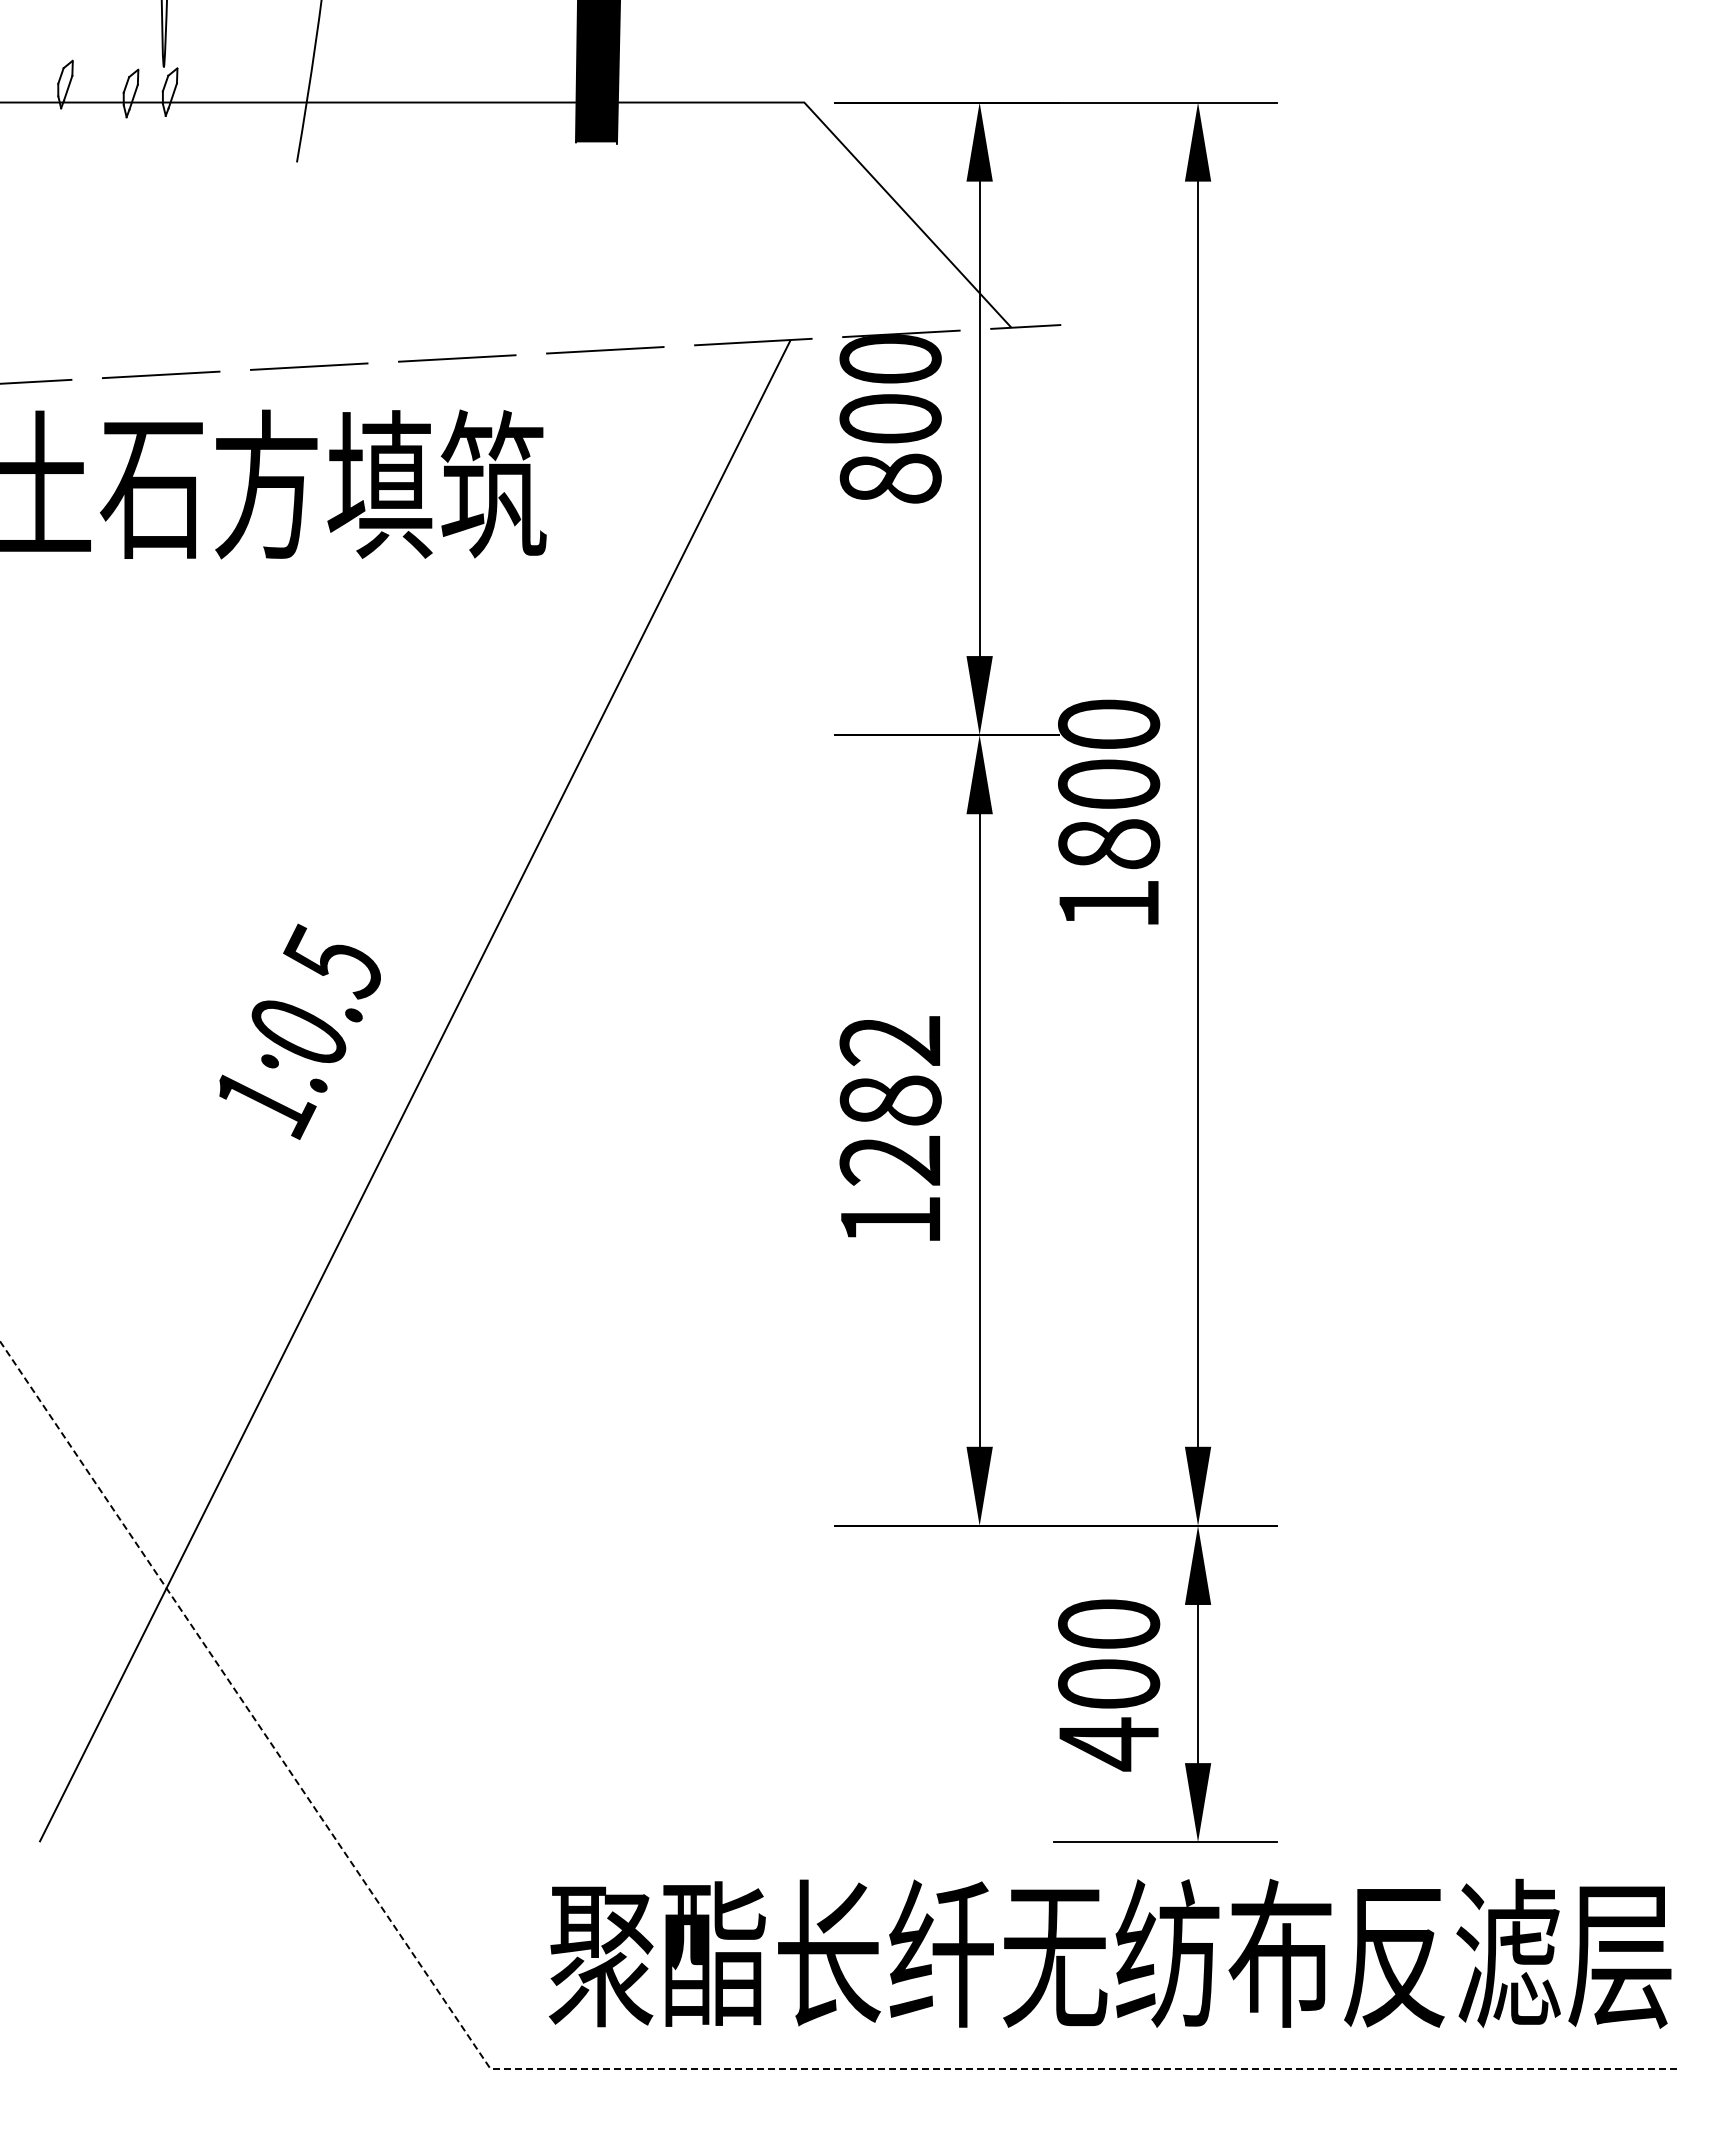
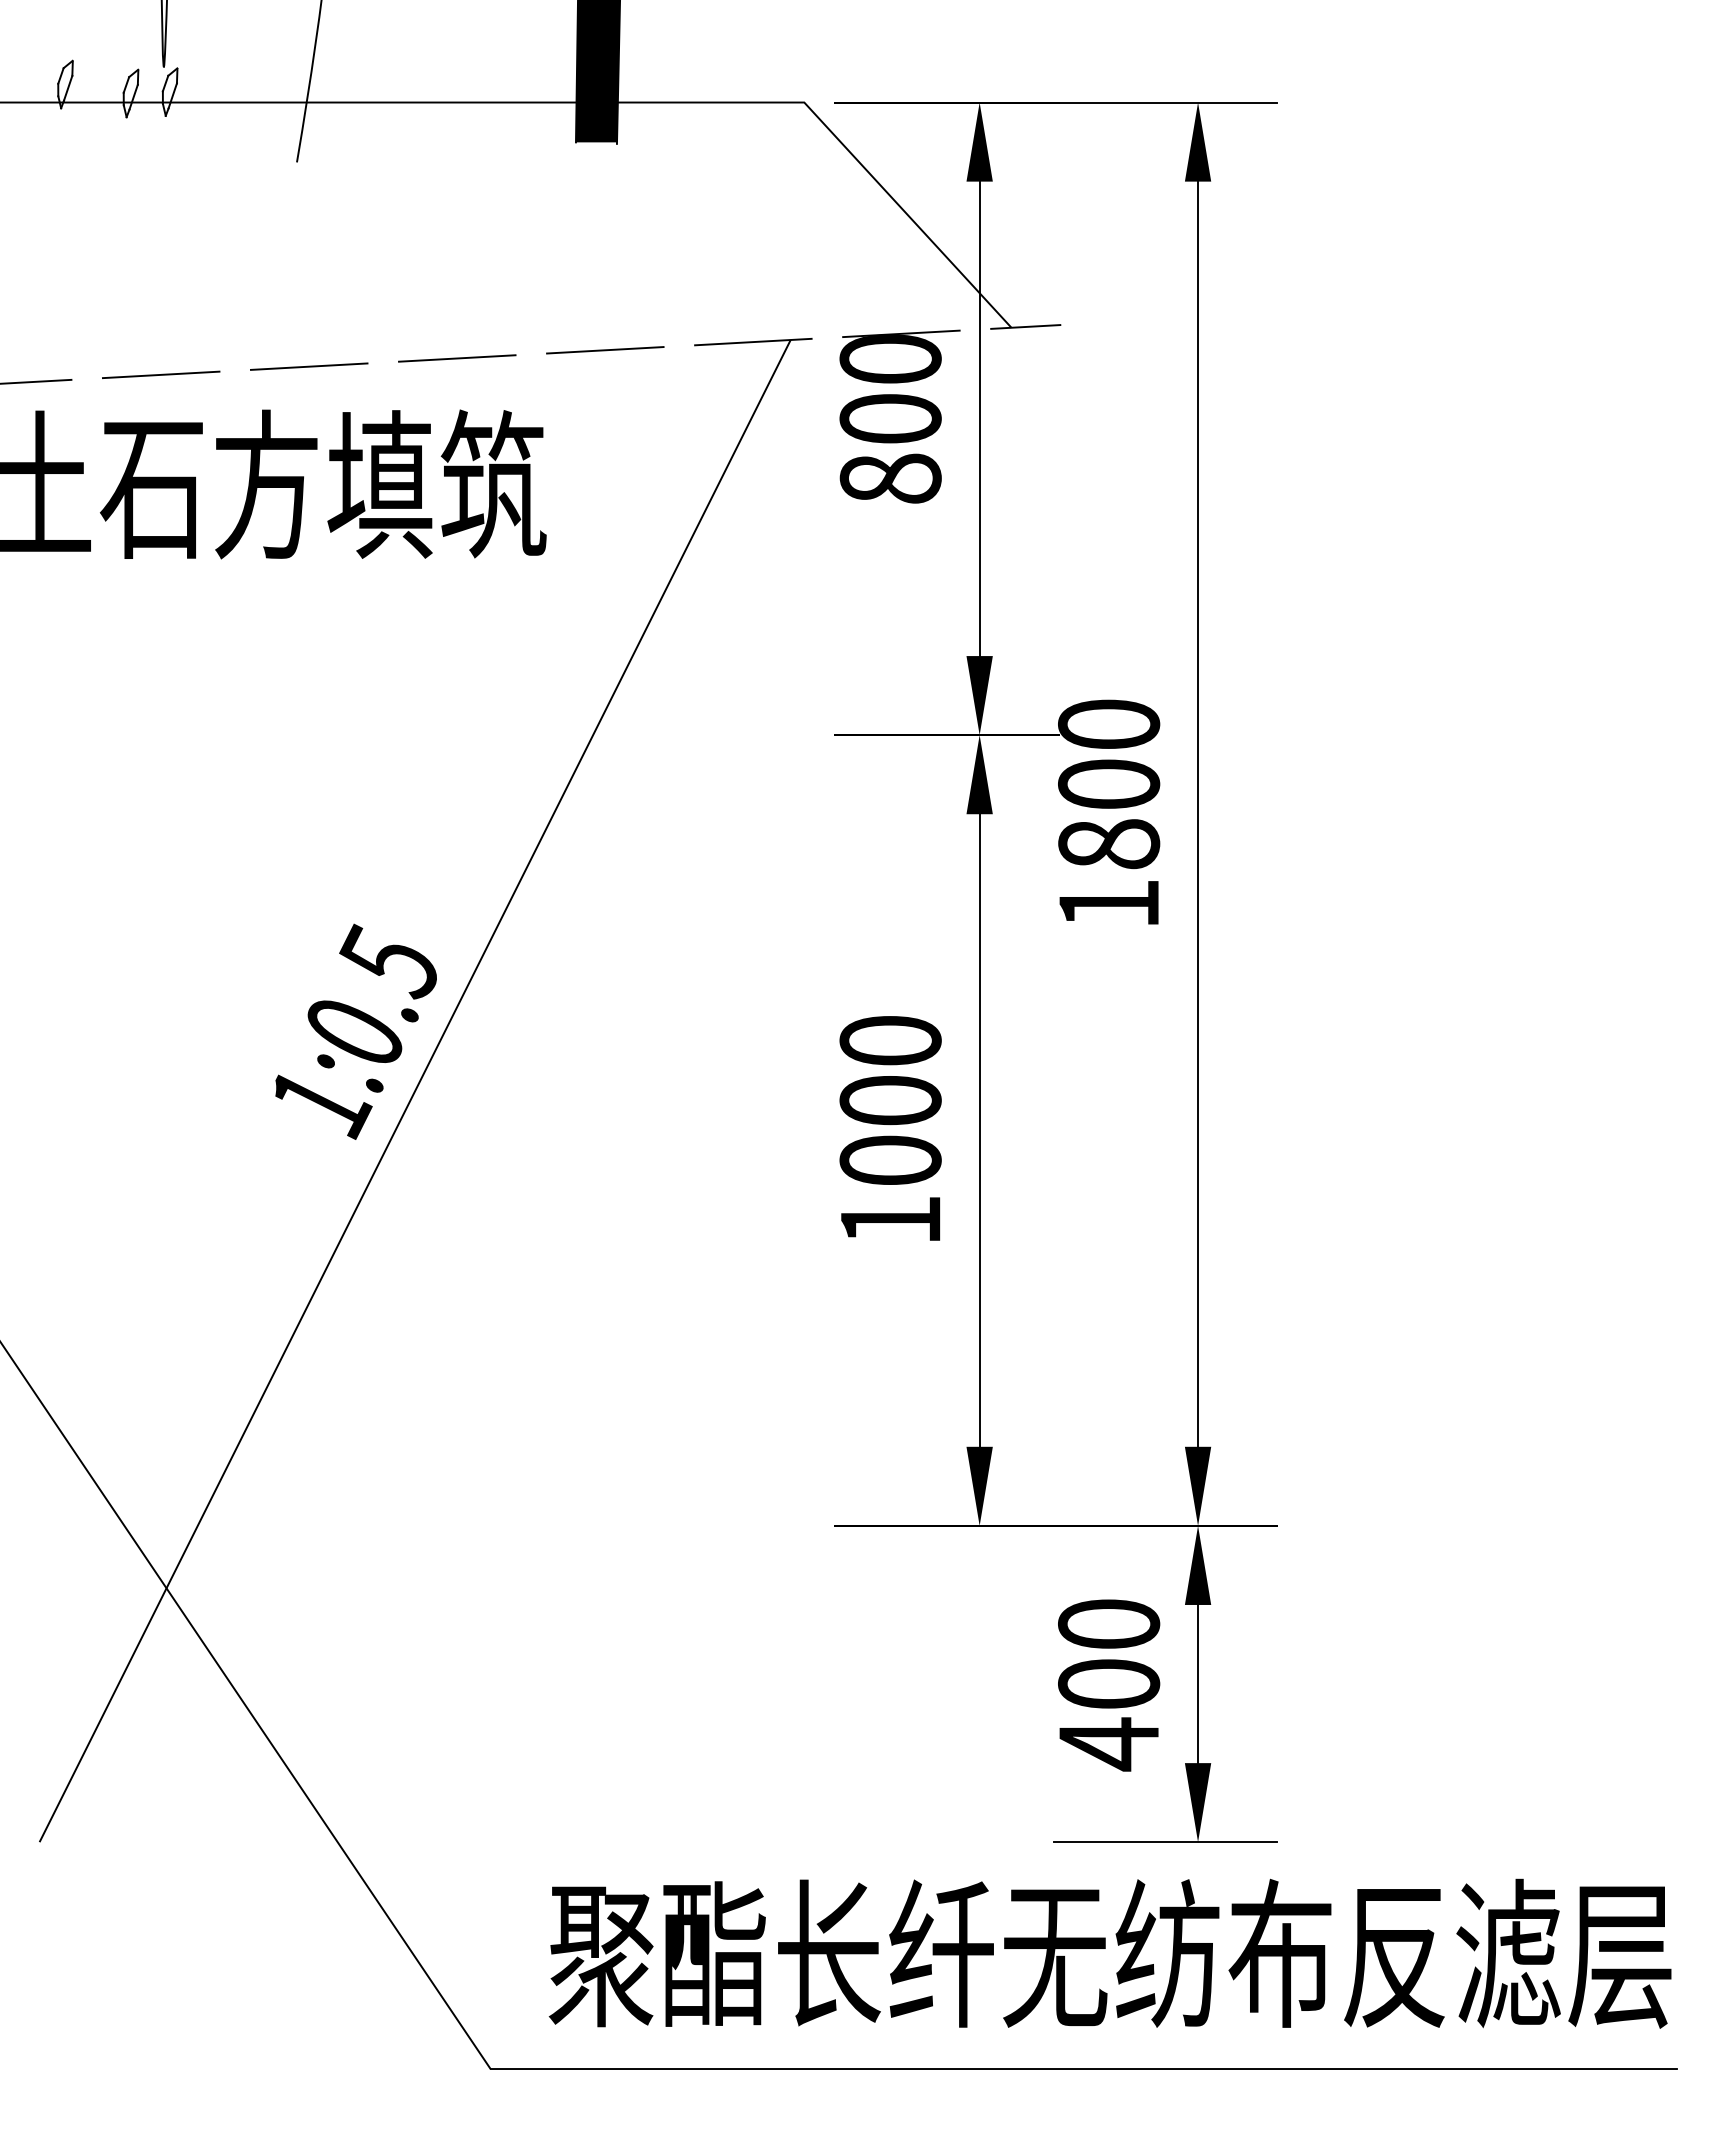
text at (299, 1031) position: (299, 1031) -> (355, 1031)
text at (890, 1100): 1282 -> 1000
line at (645, 2069): dashed -> solid
